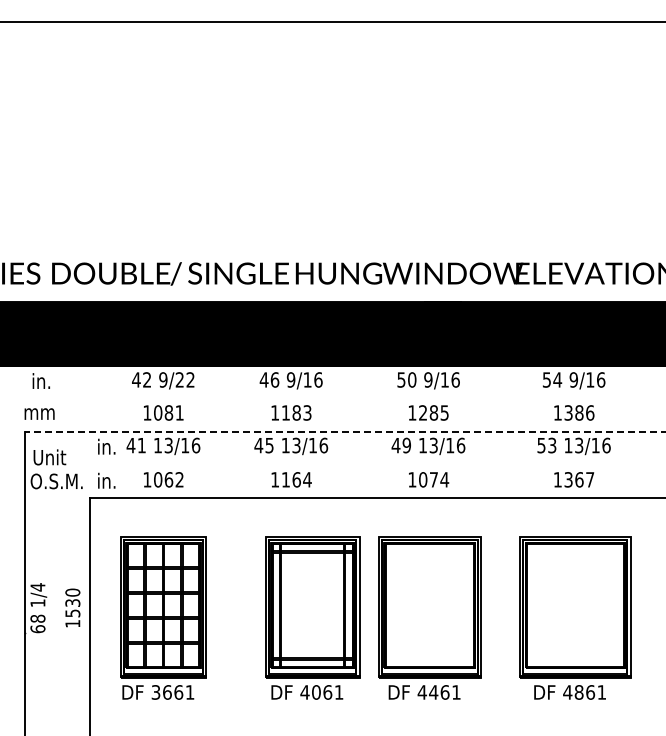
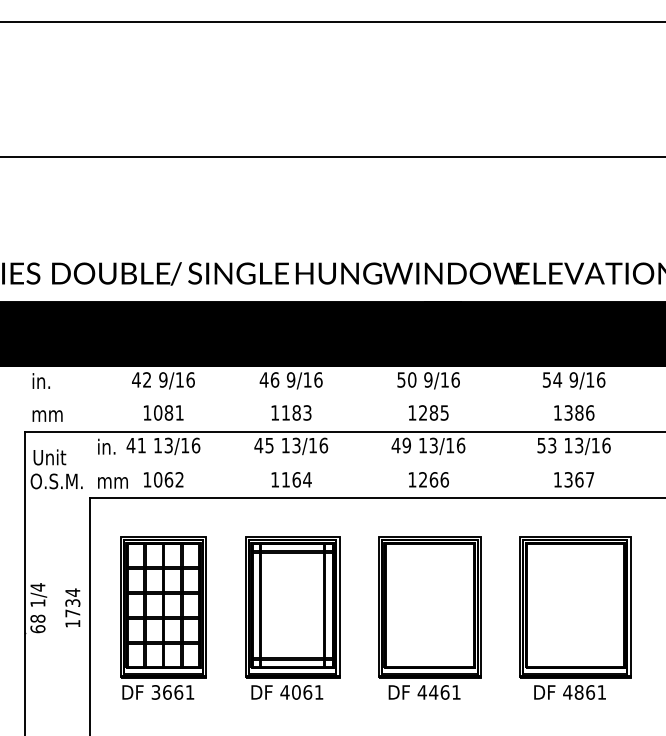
line at (332, 156): none -> present
text at (184, 379): 9/22 -> 9/16
text at (39, 413) position: (39, 413) -> (47, 415)
line at (344, 432): dashed -> solid
text at (434, 479): 1074 -> 1266
text at (112, 480): in. -> mm
text at (72, 602): 1530 -> 1734
part at (312, 617) position: (312, 617) -> (292, 617)
